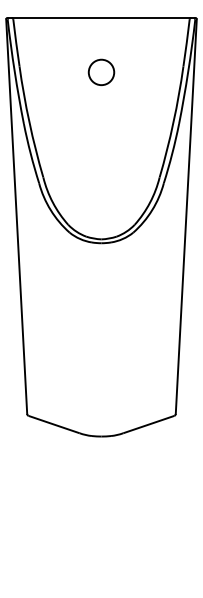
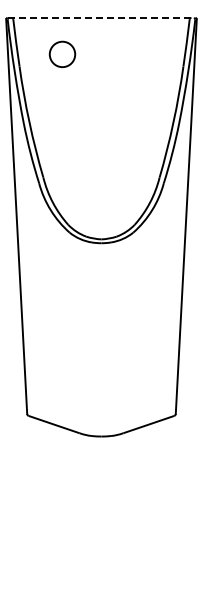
line at (101, 17): solid -> dashed
circle at (101, 71) position: (101, 71) -> (62, 53)
